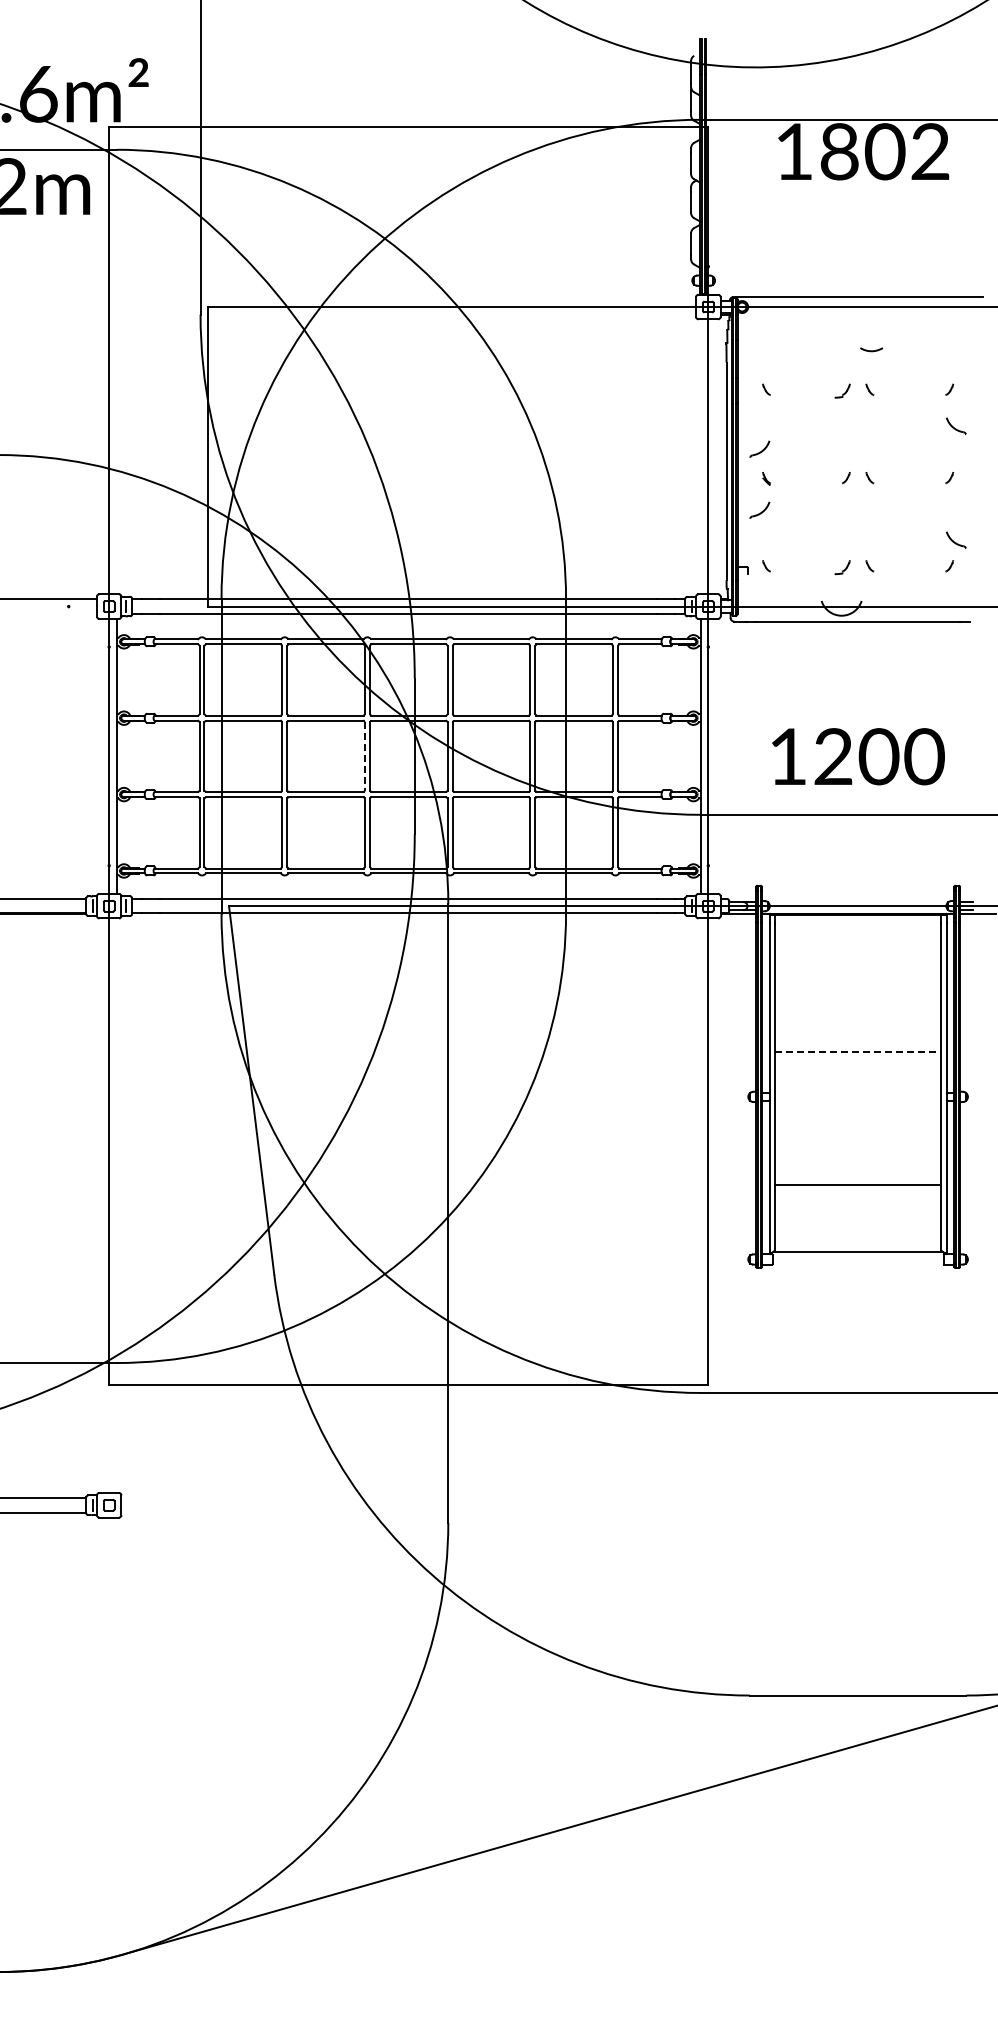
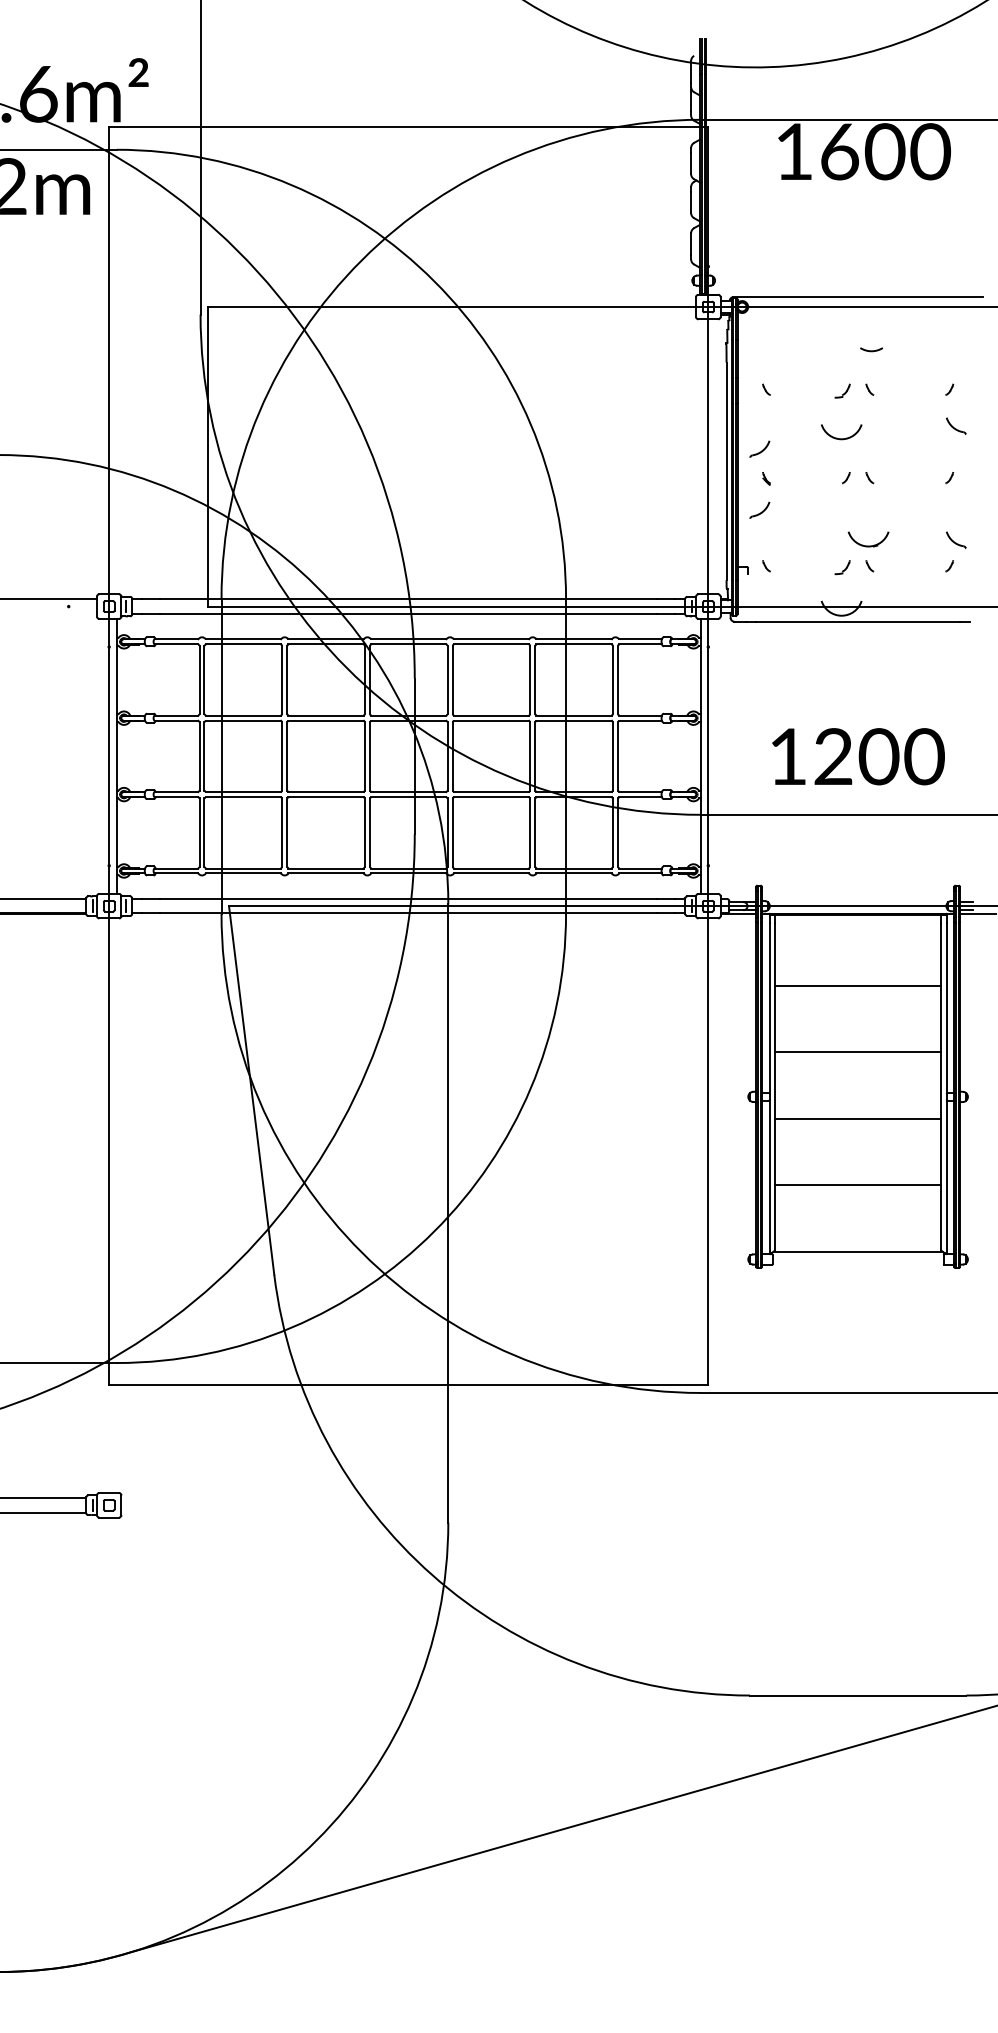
text at (885, 151): 1802 -> 1600
arc at (841, 438): none -> present
part at (868, 539): none -> present
line at (365, 756): dashed -> solid
line at (857, 985): none -> present
line at (858, 1052): dashed -> solid
line at (857, 1118): none -> present
